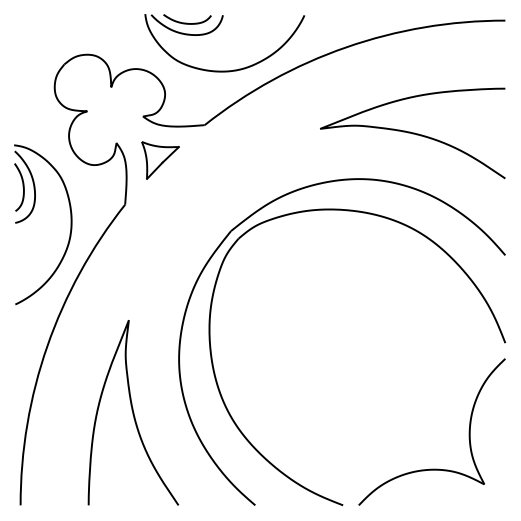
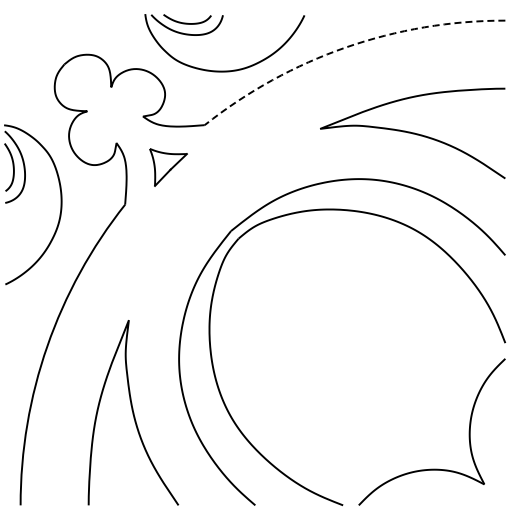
arc at (346, 47): solid -> dashed
part at (160, 160) position: (160, 160) -> (168, 167)
part at (30, 215) position: (30, 215) -> (20, 195)
